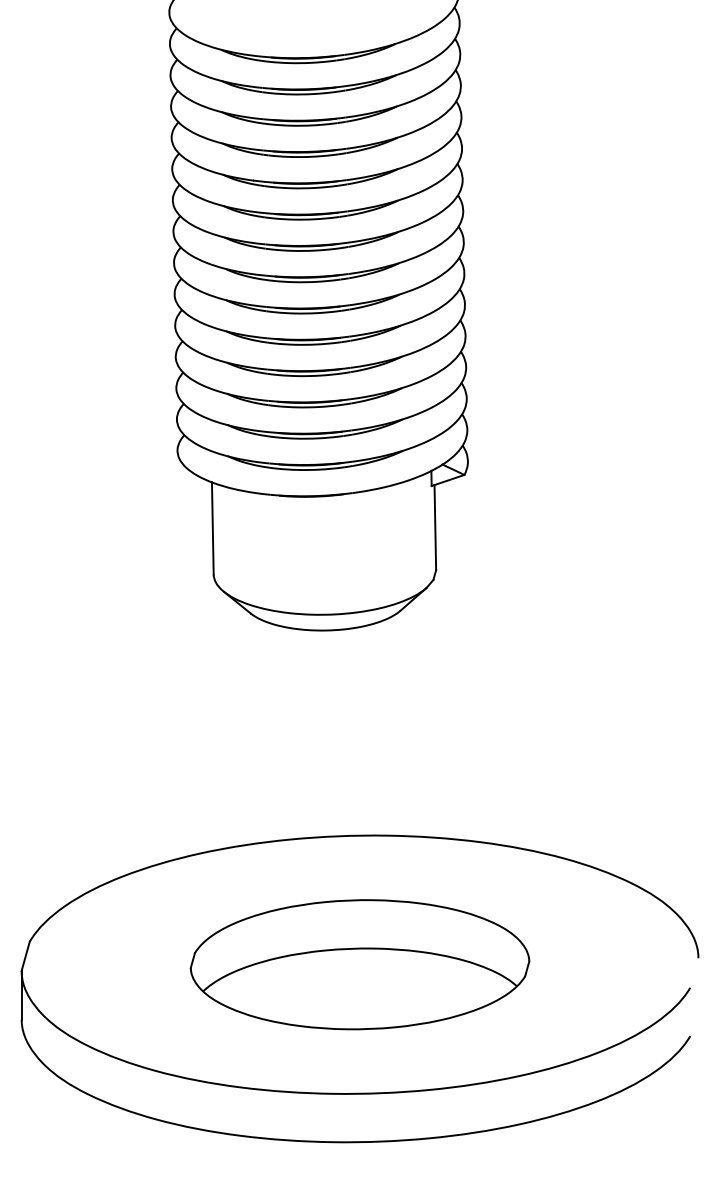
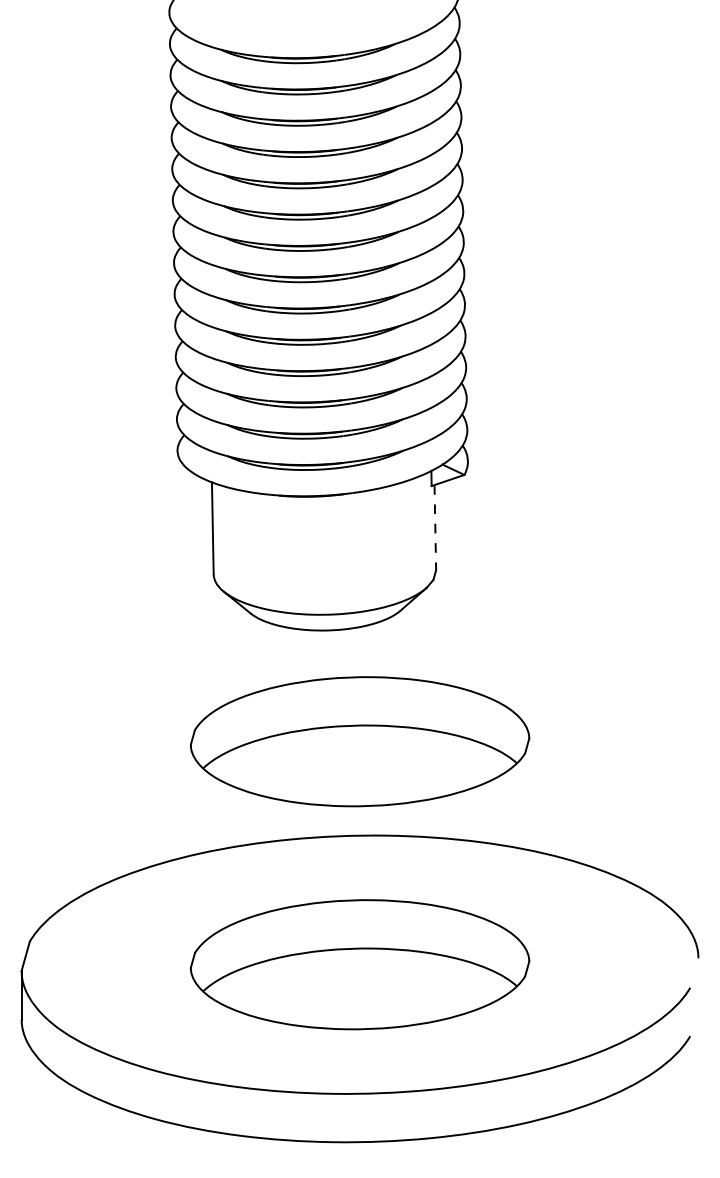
line at (435, 527): solid -> dashed
part at (359, 741): none -> present
